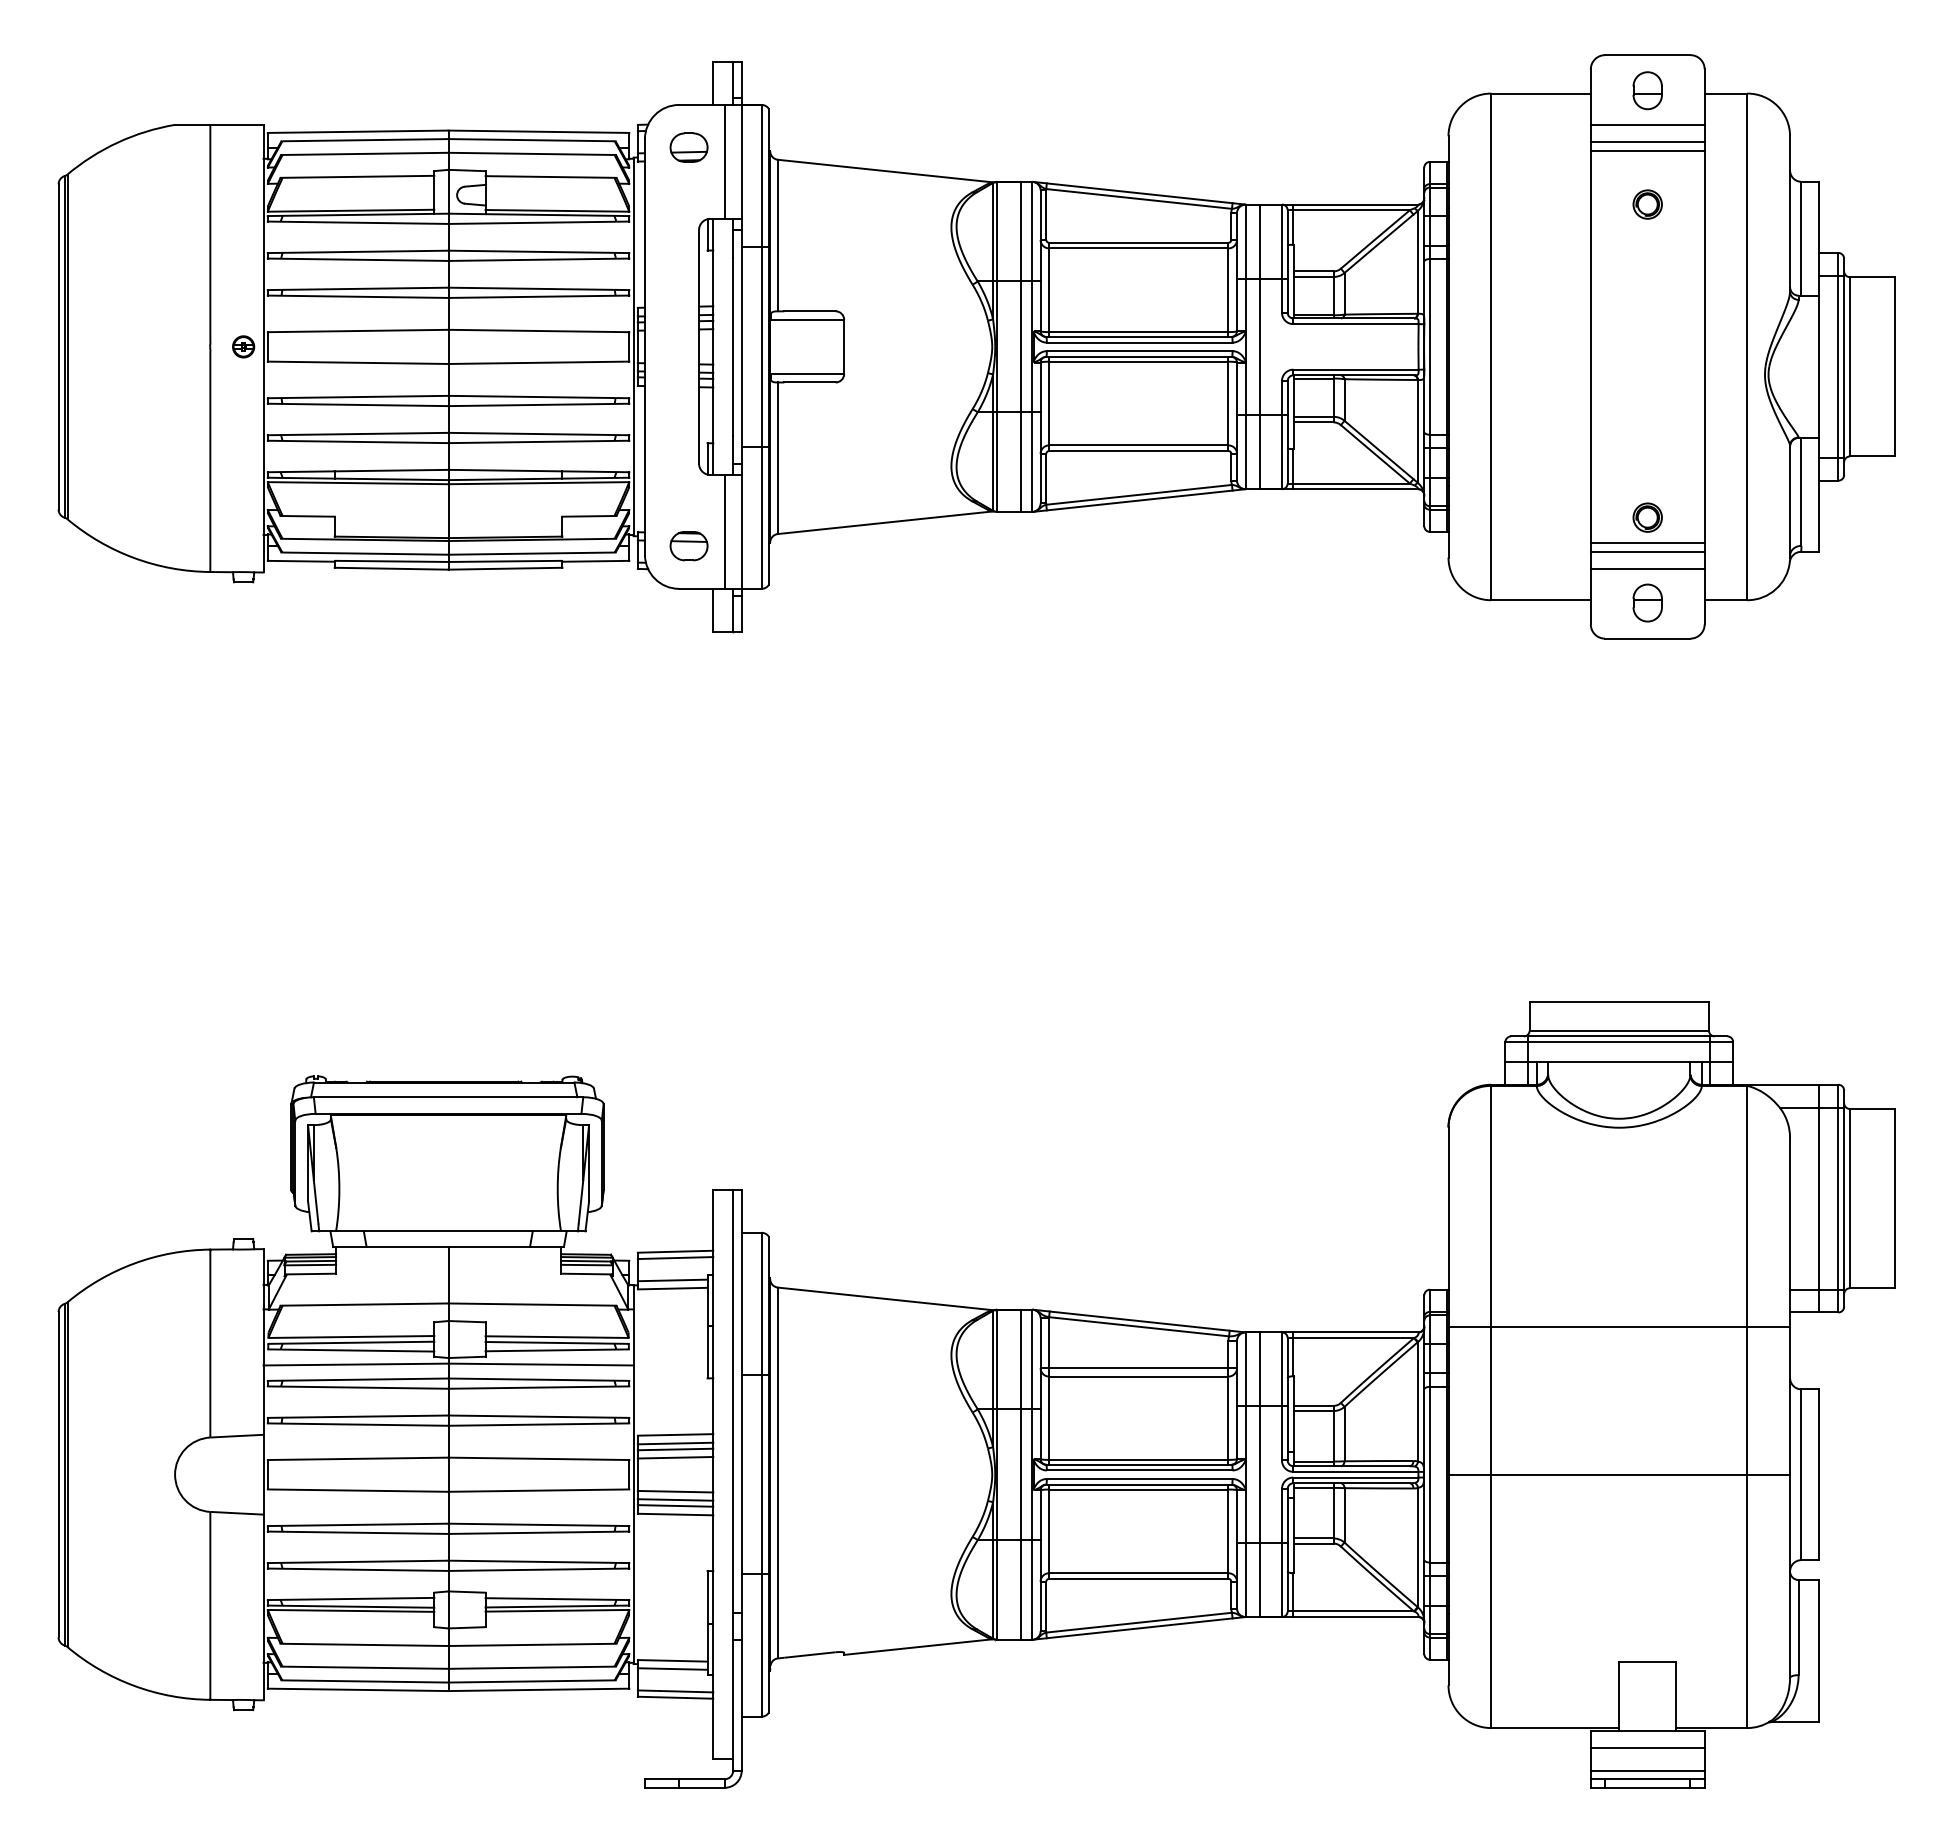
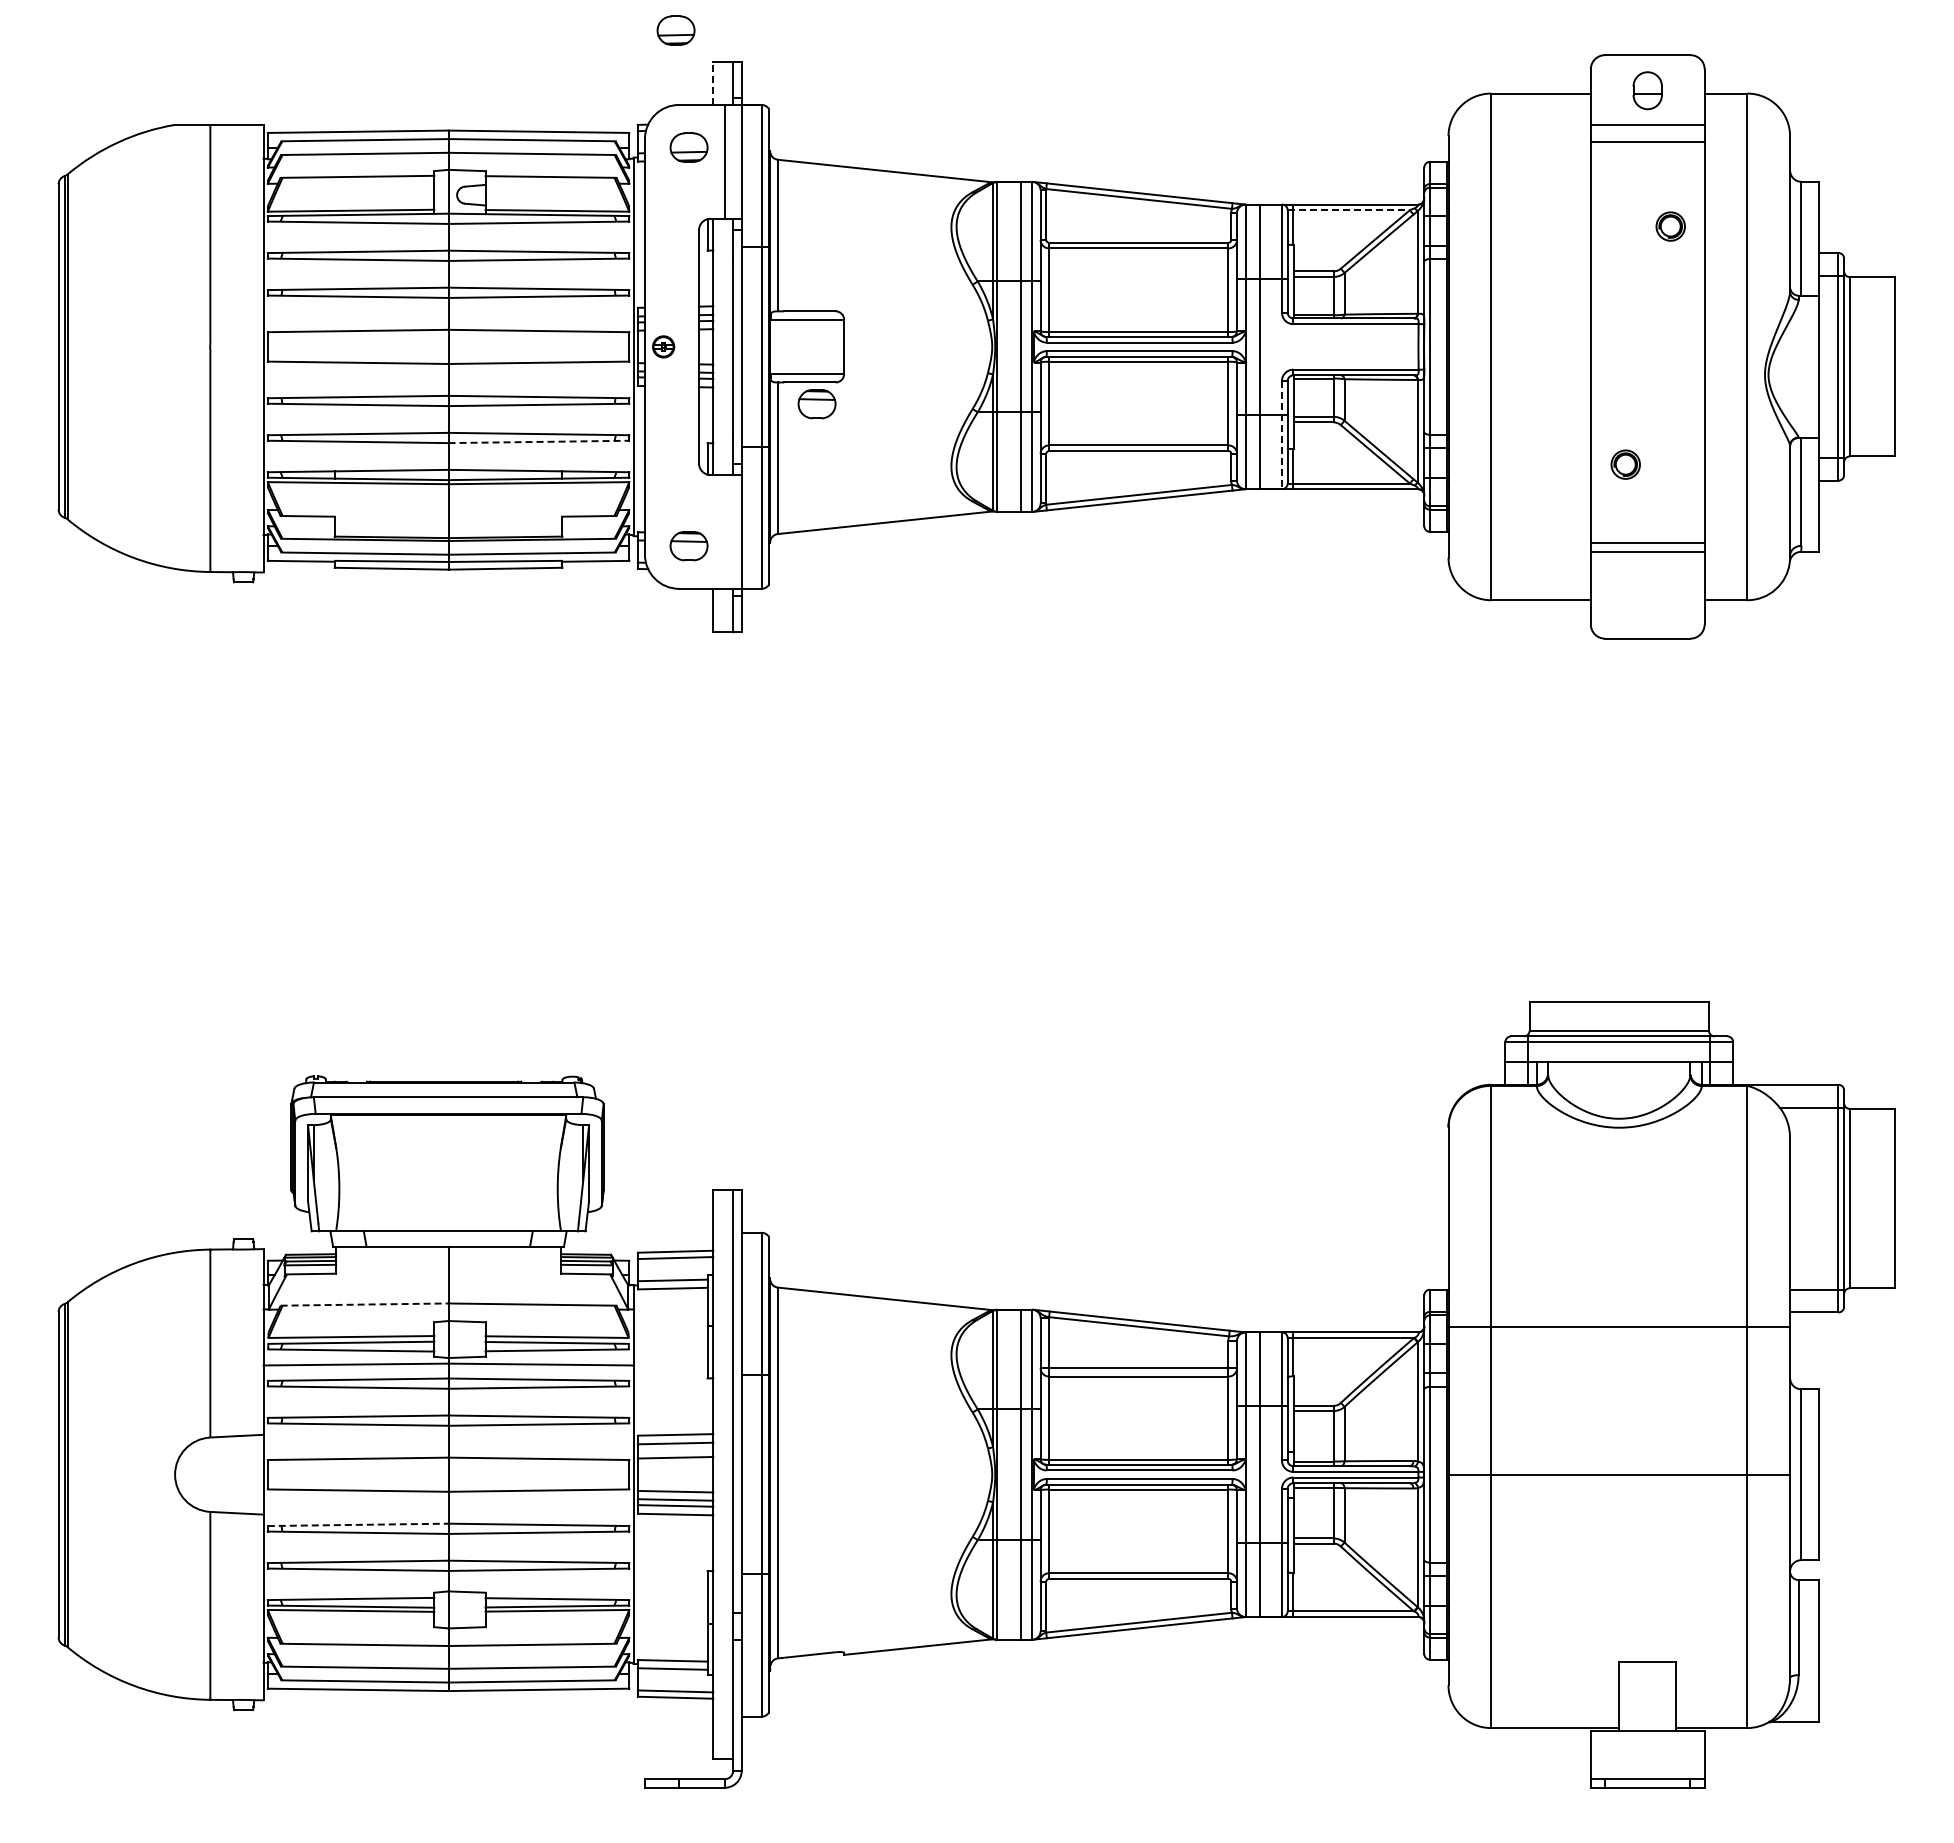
part at (675, 30): none -> present
line at (713, 83): solid -> dashed
line at (1647, 150): present -> none
part at (1647, 204) position: (1647, 204) -> (1670, 226)
line at (1349, 210): solid -> dashed
part at (243, 346) position: (243, 346) -> (663, 346)
part at (816, 404): none -> present
line at (1281, 435): solid -> dashed
line at (539, 441): solid -> dashed
part at (1647, 517) position: (1647, 517) -> (1625, 464)
line at (724, 531): present -> none
line at (1647, 568): present -> none
part at (1647, 602): present -> none
line at (1818, 1198): present -> none
line at (364, 1304): solid -> dashed
line at (675, 1449): present -> none
line at (358, 1524): solid -> dashed
line at (1647, 1747): present -> none
line at (1647, 1770): present -> none
